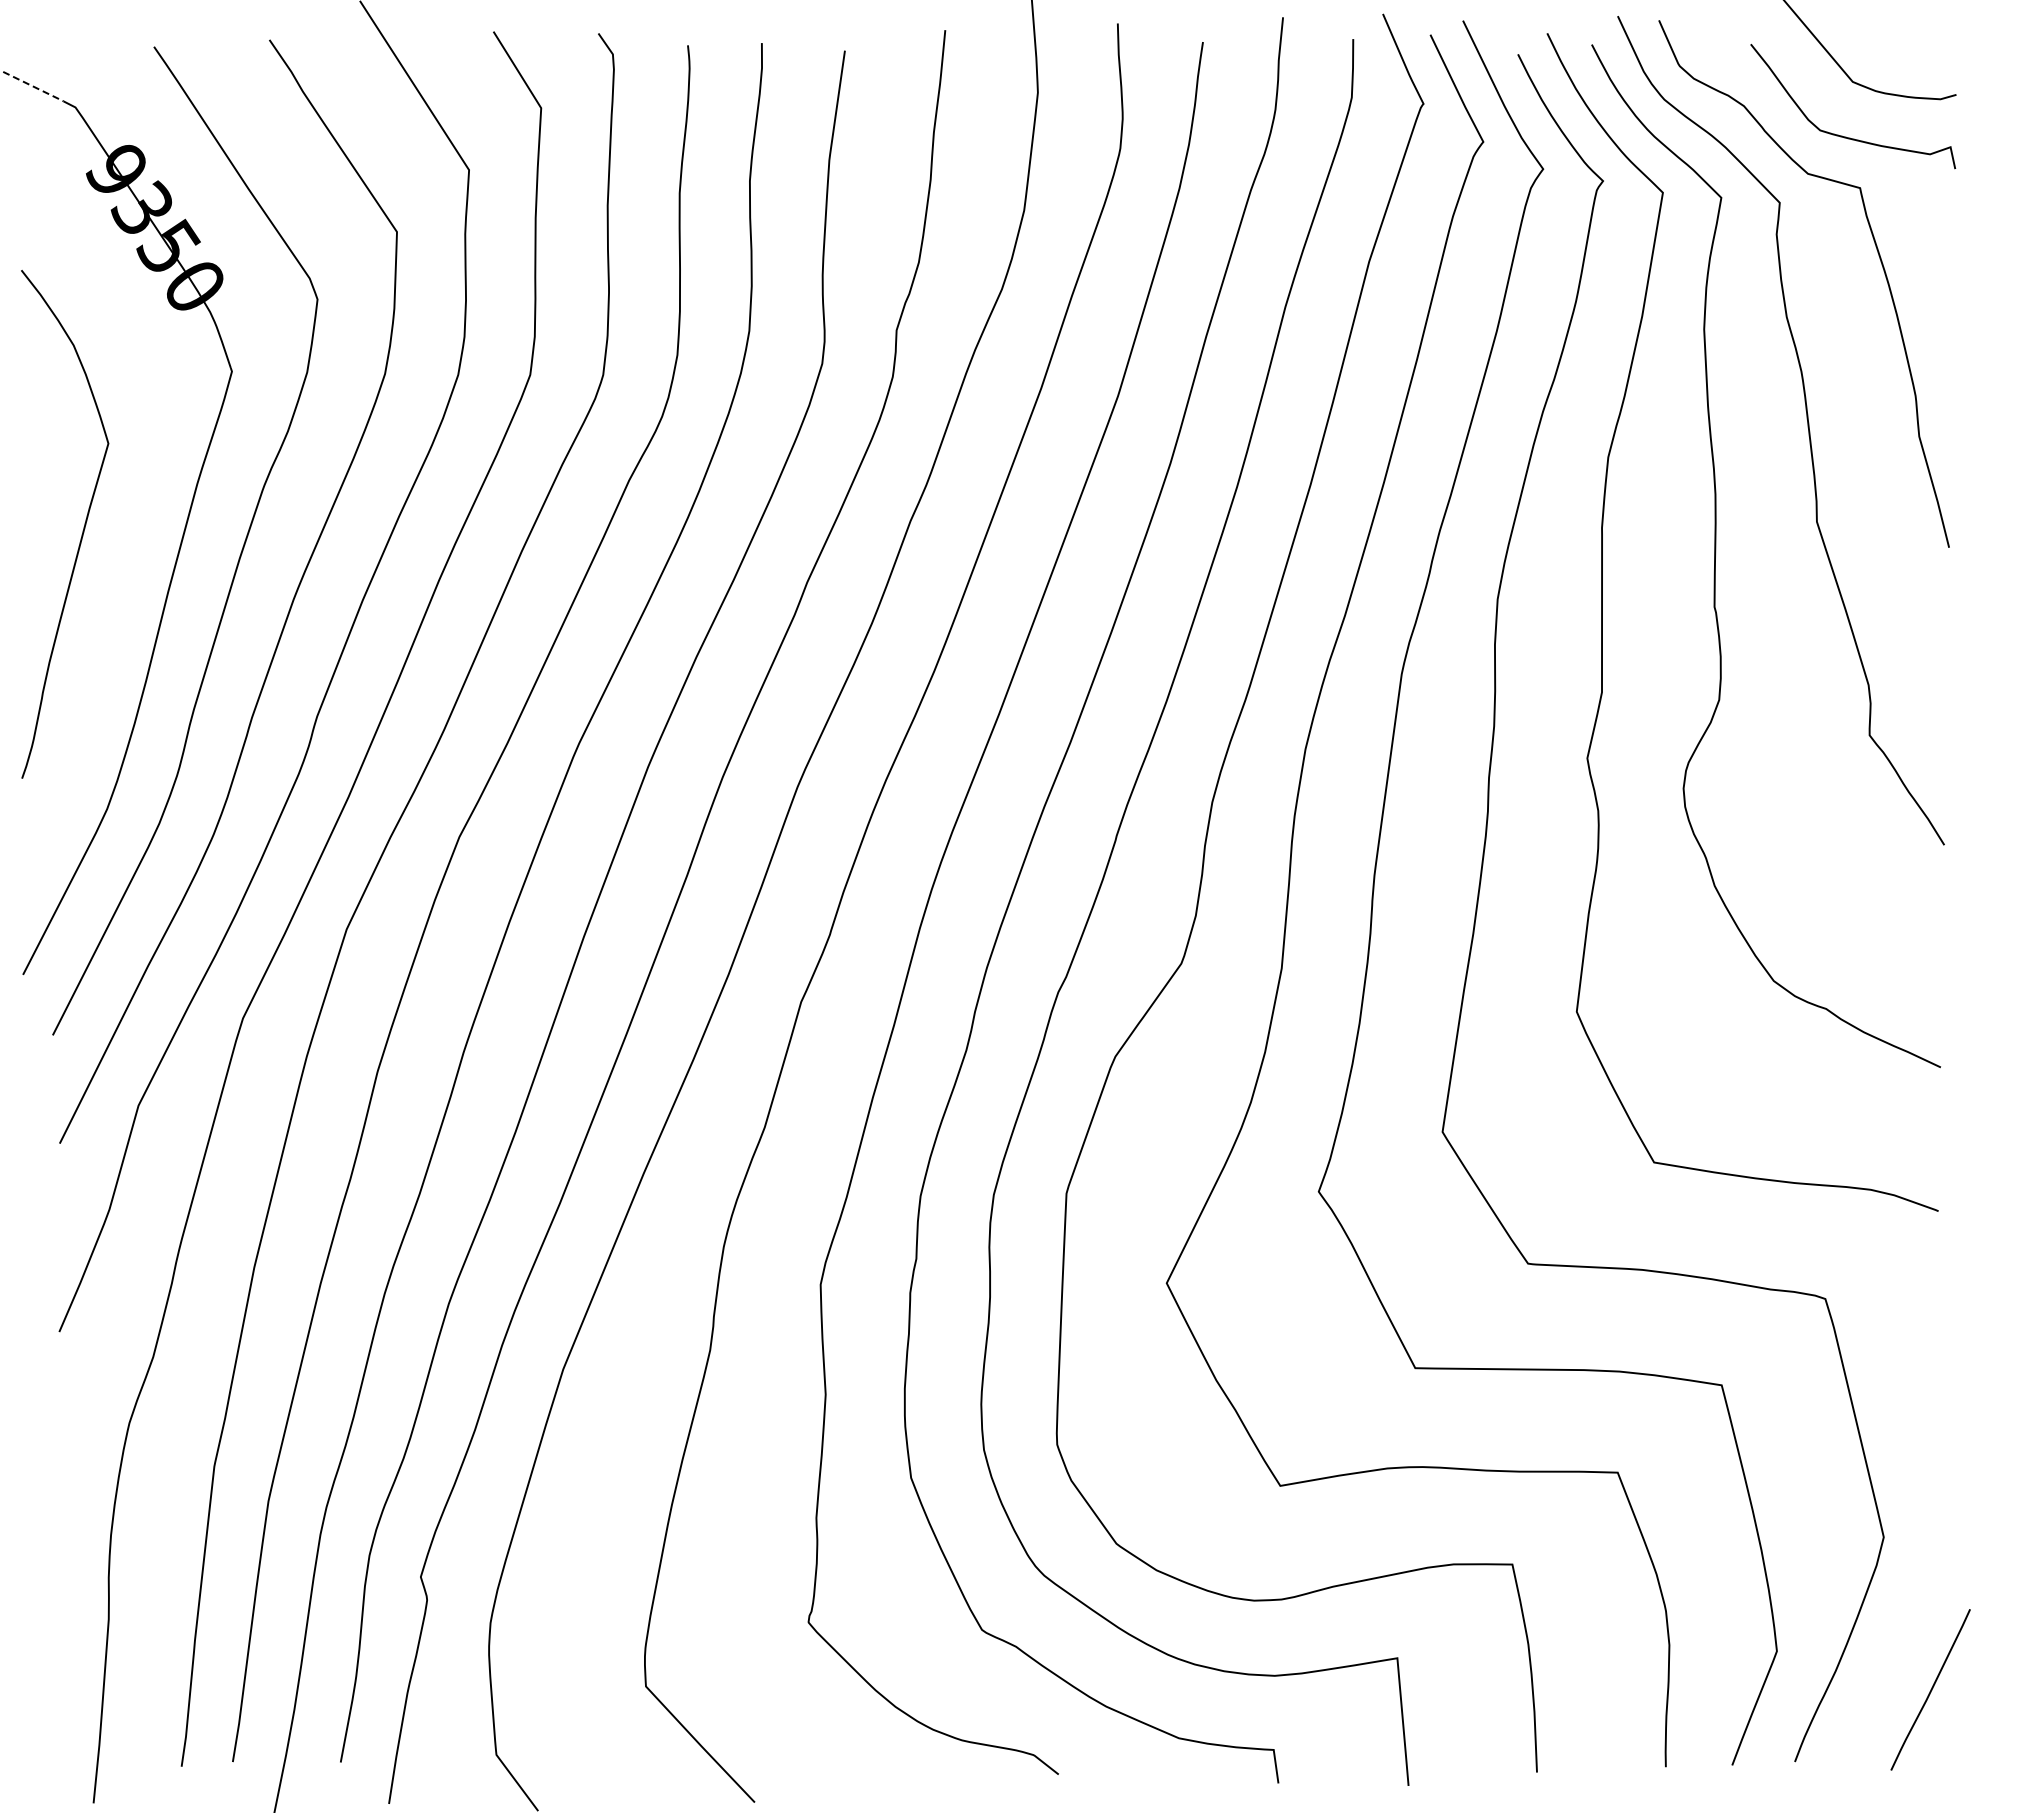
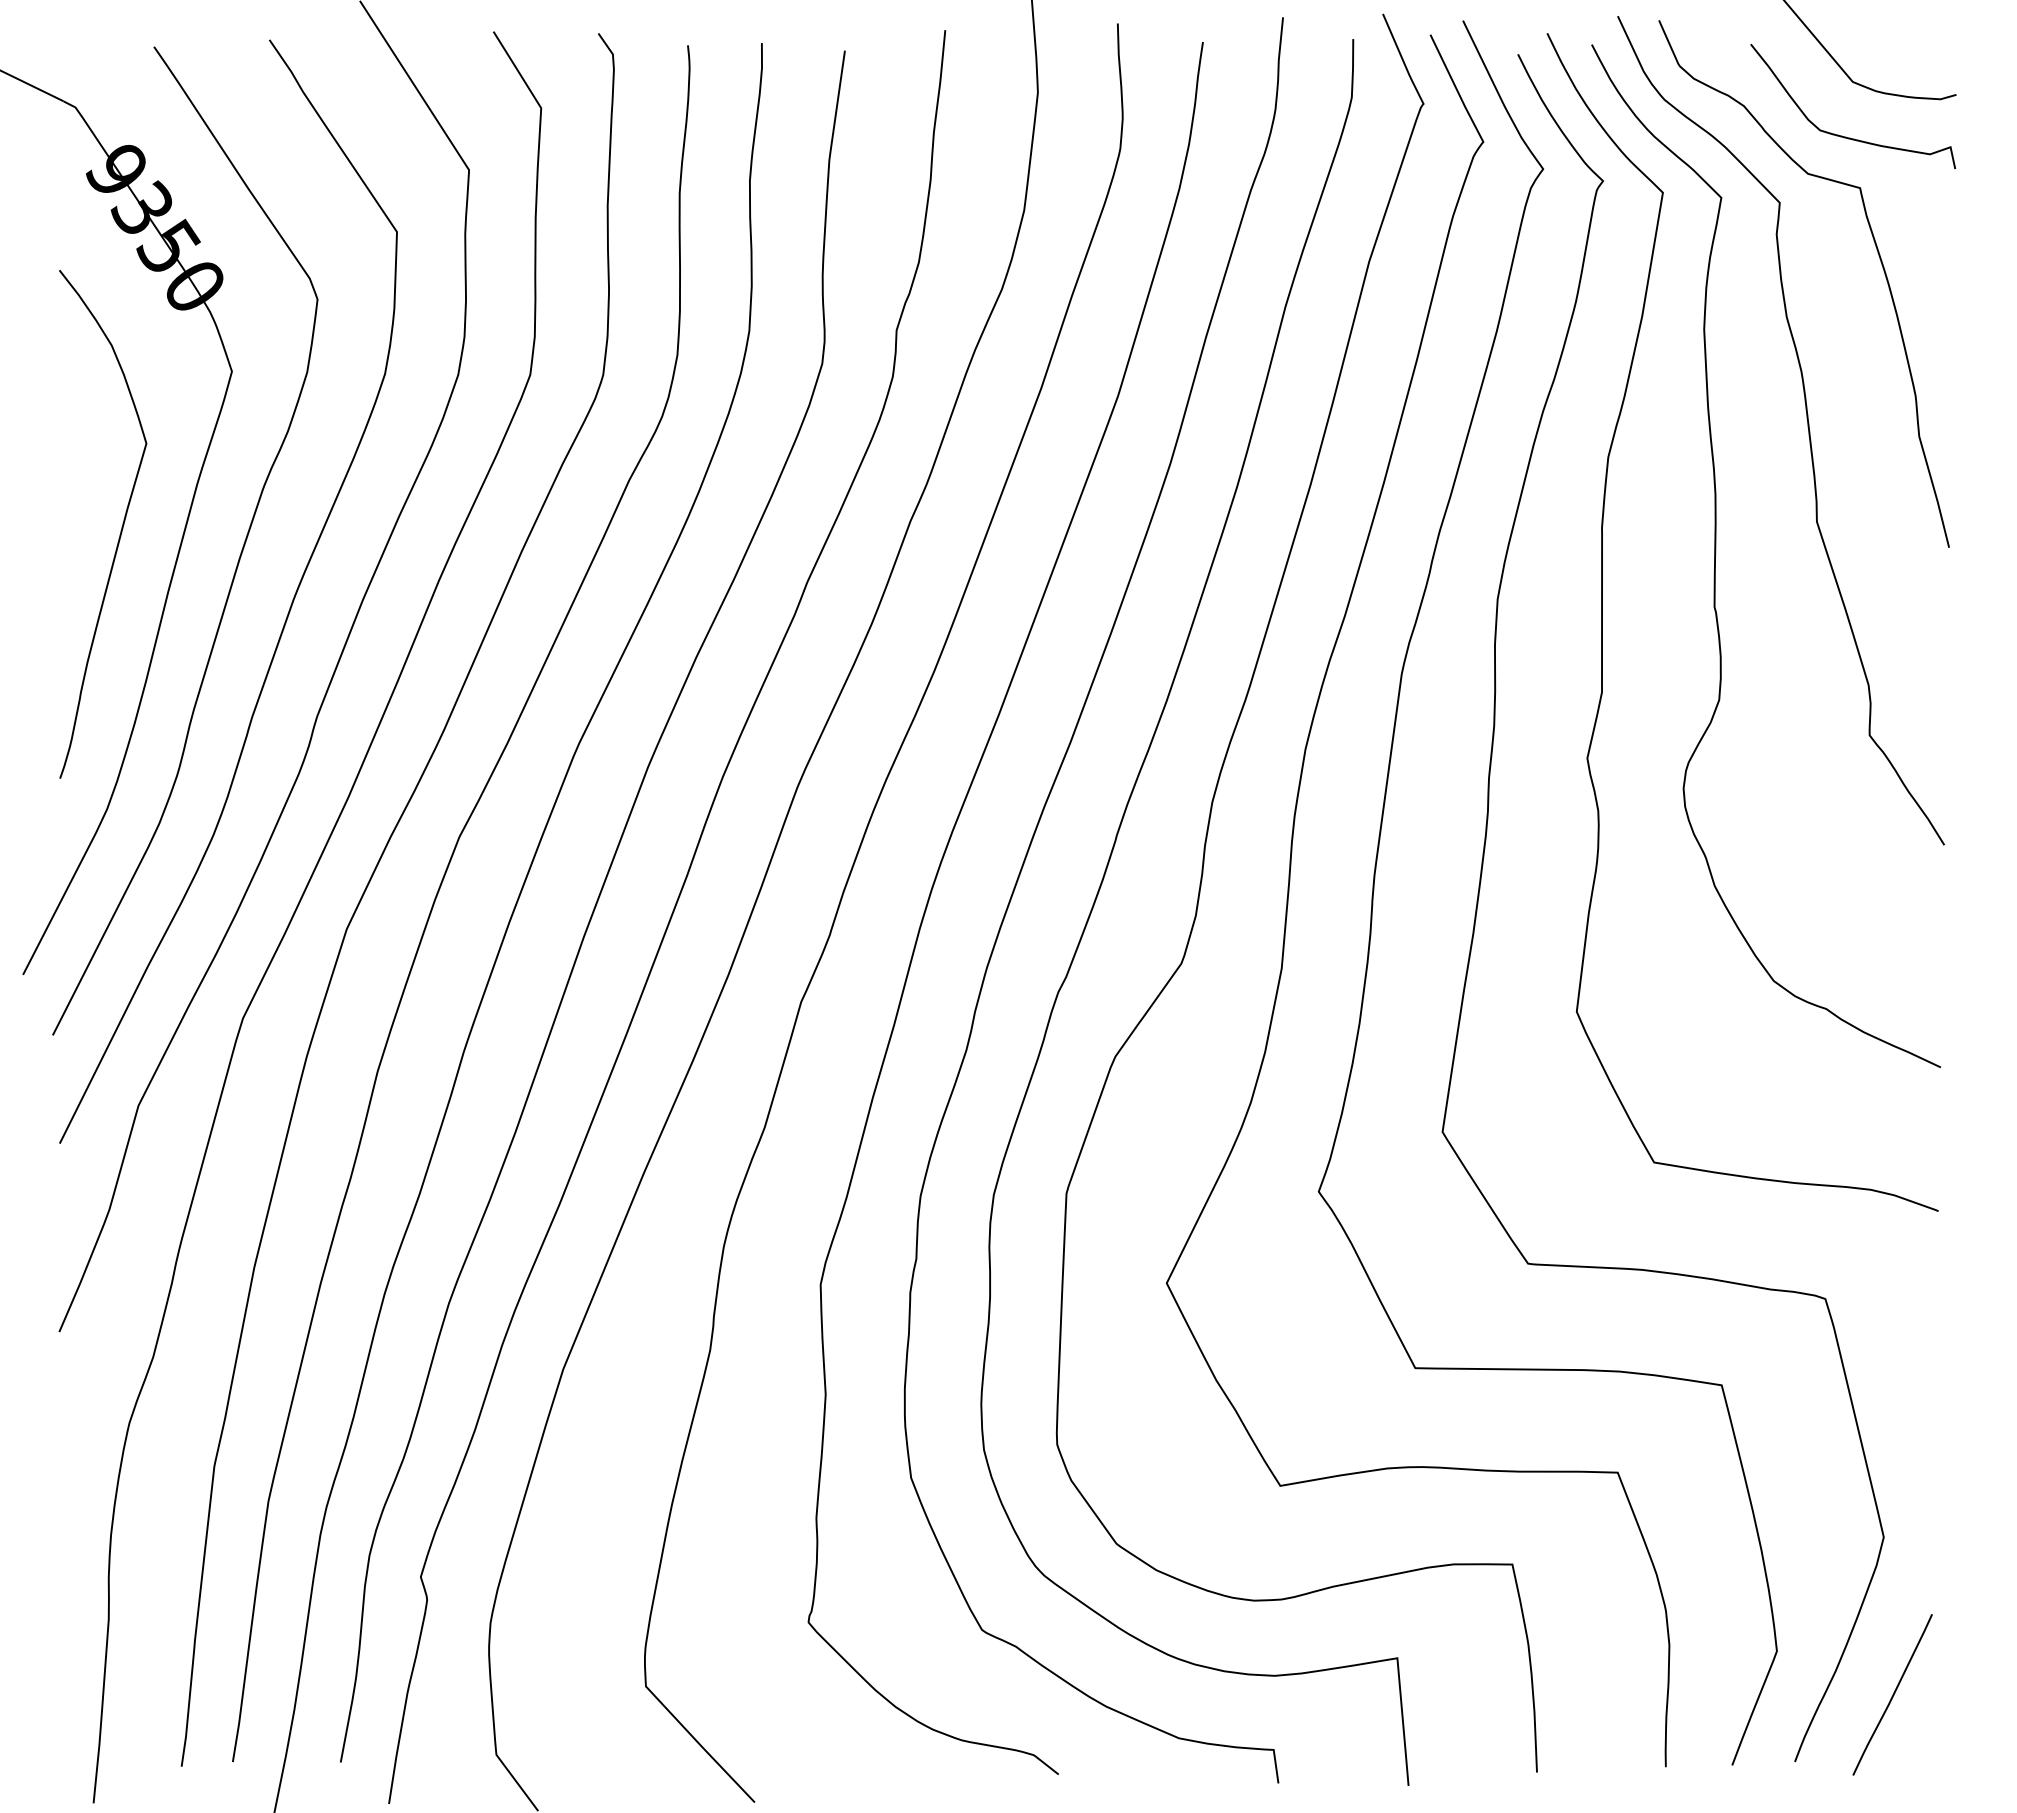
line at (32, 86): dashed -> solid
curve at (82, 530) position: (82, 530) -> (120, 530)
curve at (1930, 1689) position: (1930, 1689) -> (1892, 1694)
